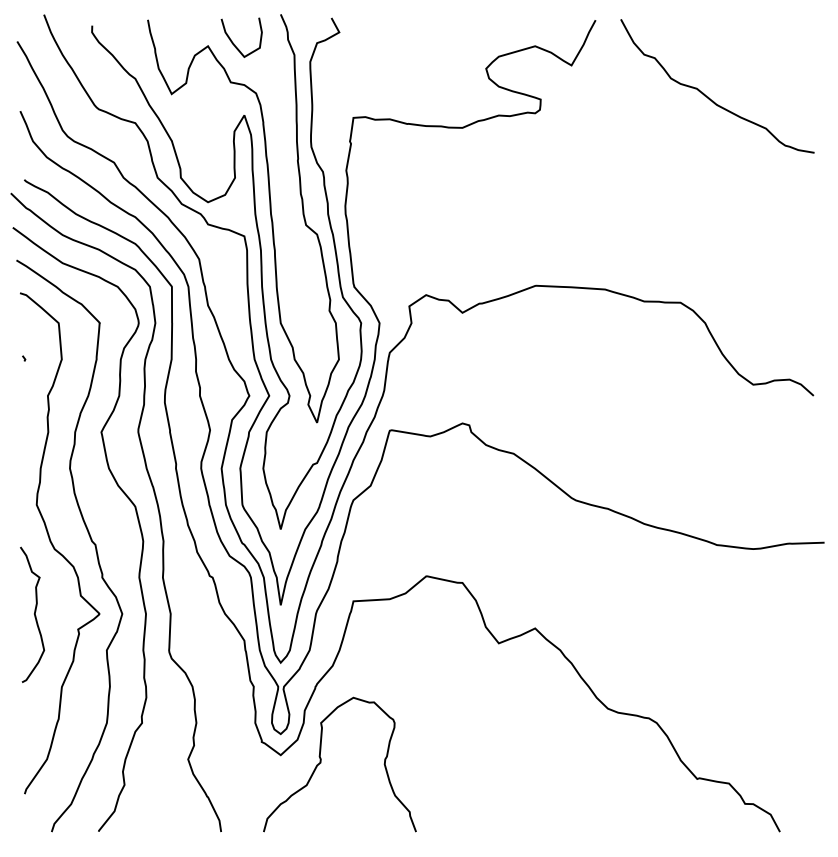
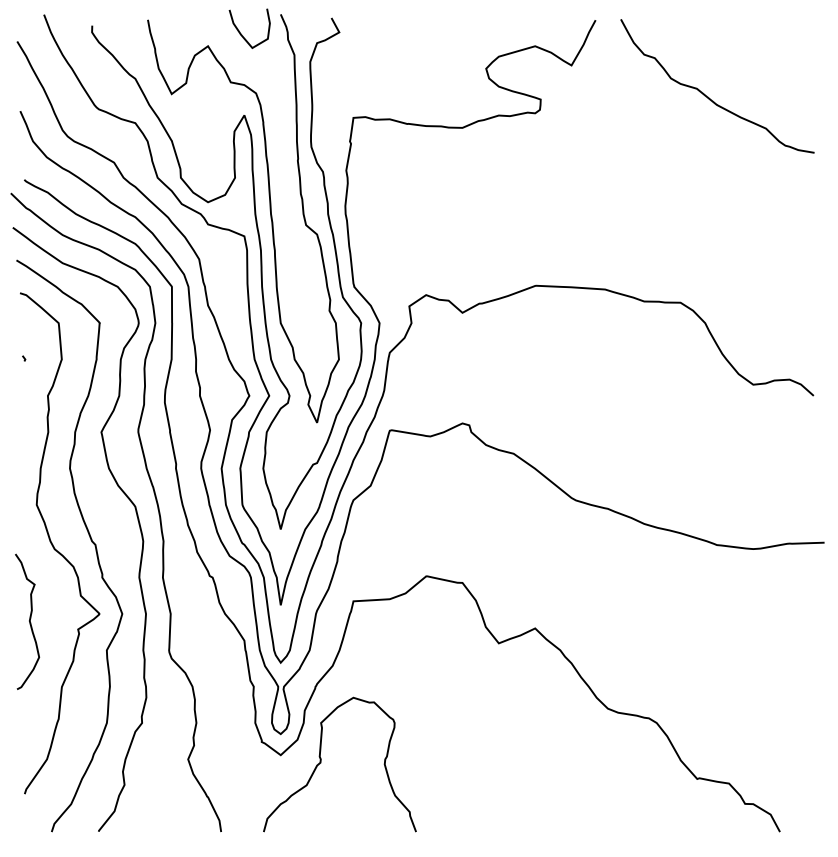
curve at (234, 43) position: (234, 43) -> (242, 34)
curve at (34, 614) position: (34, 614) -> (29, 621)
